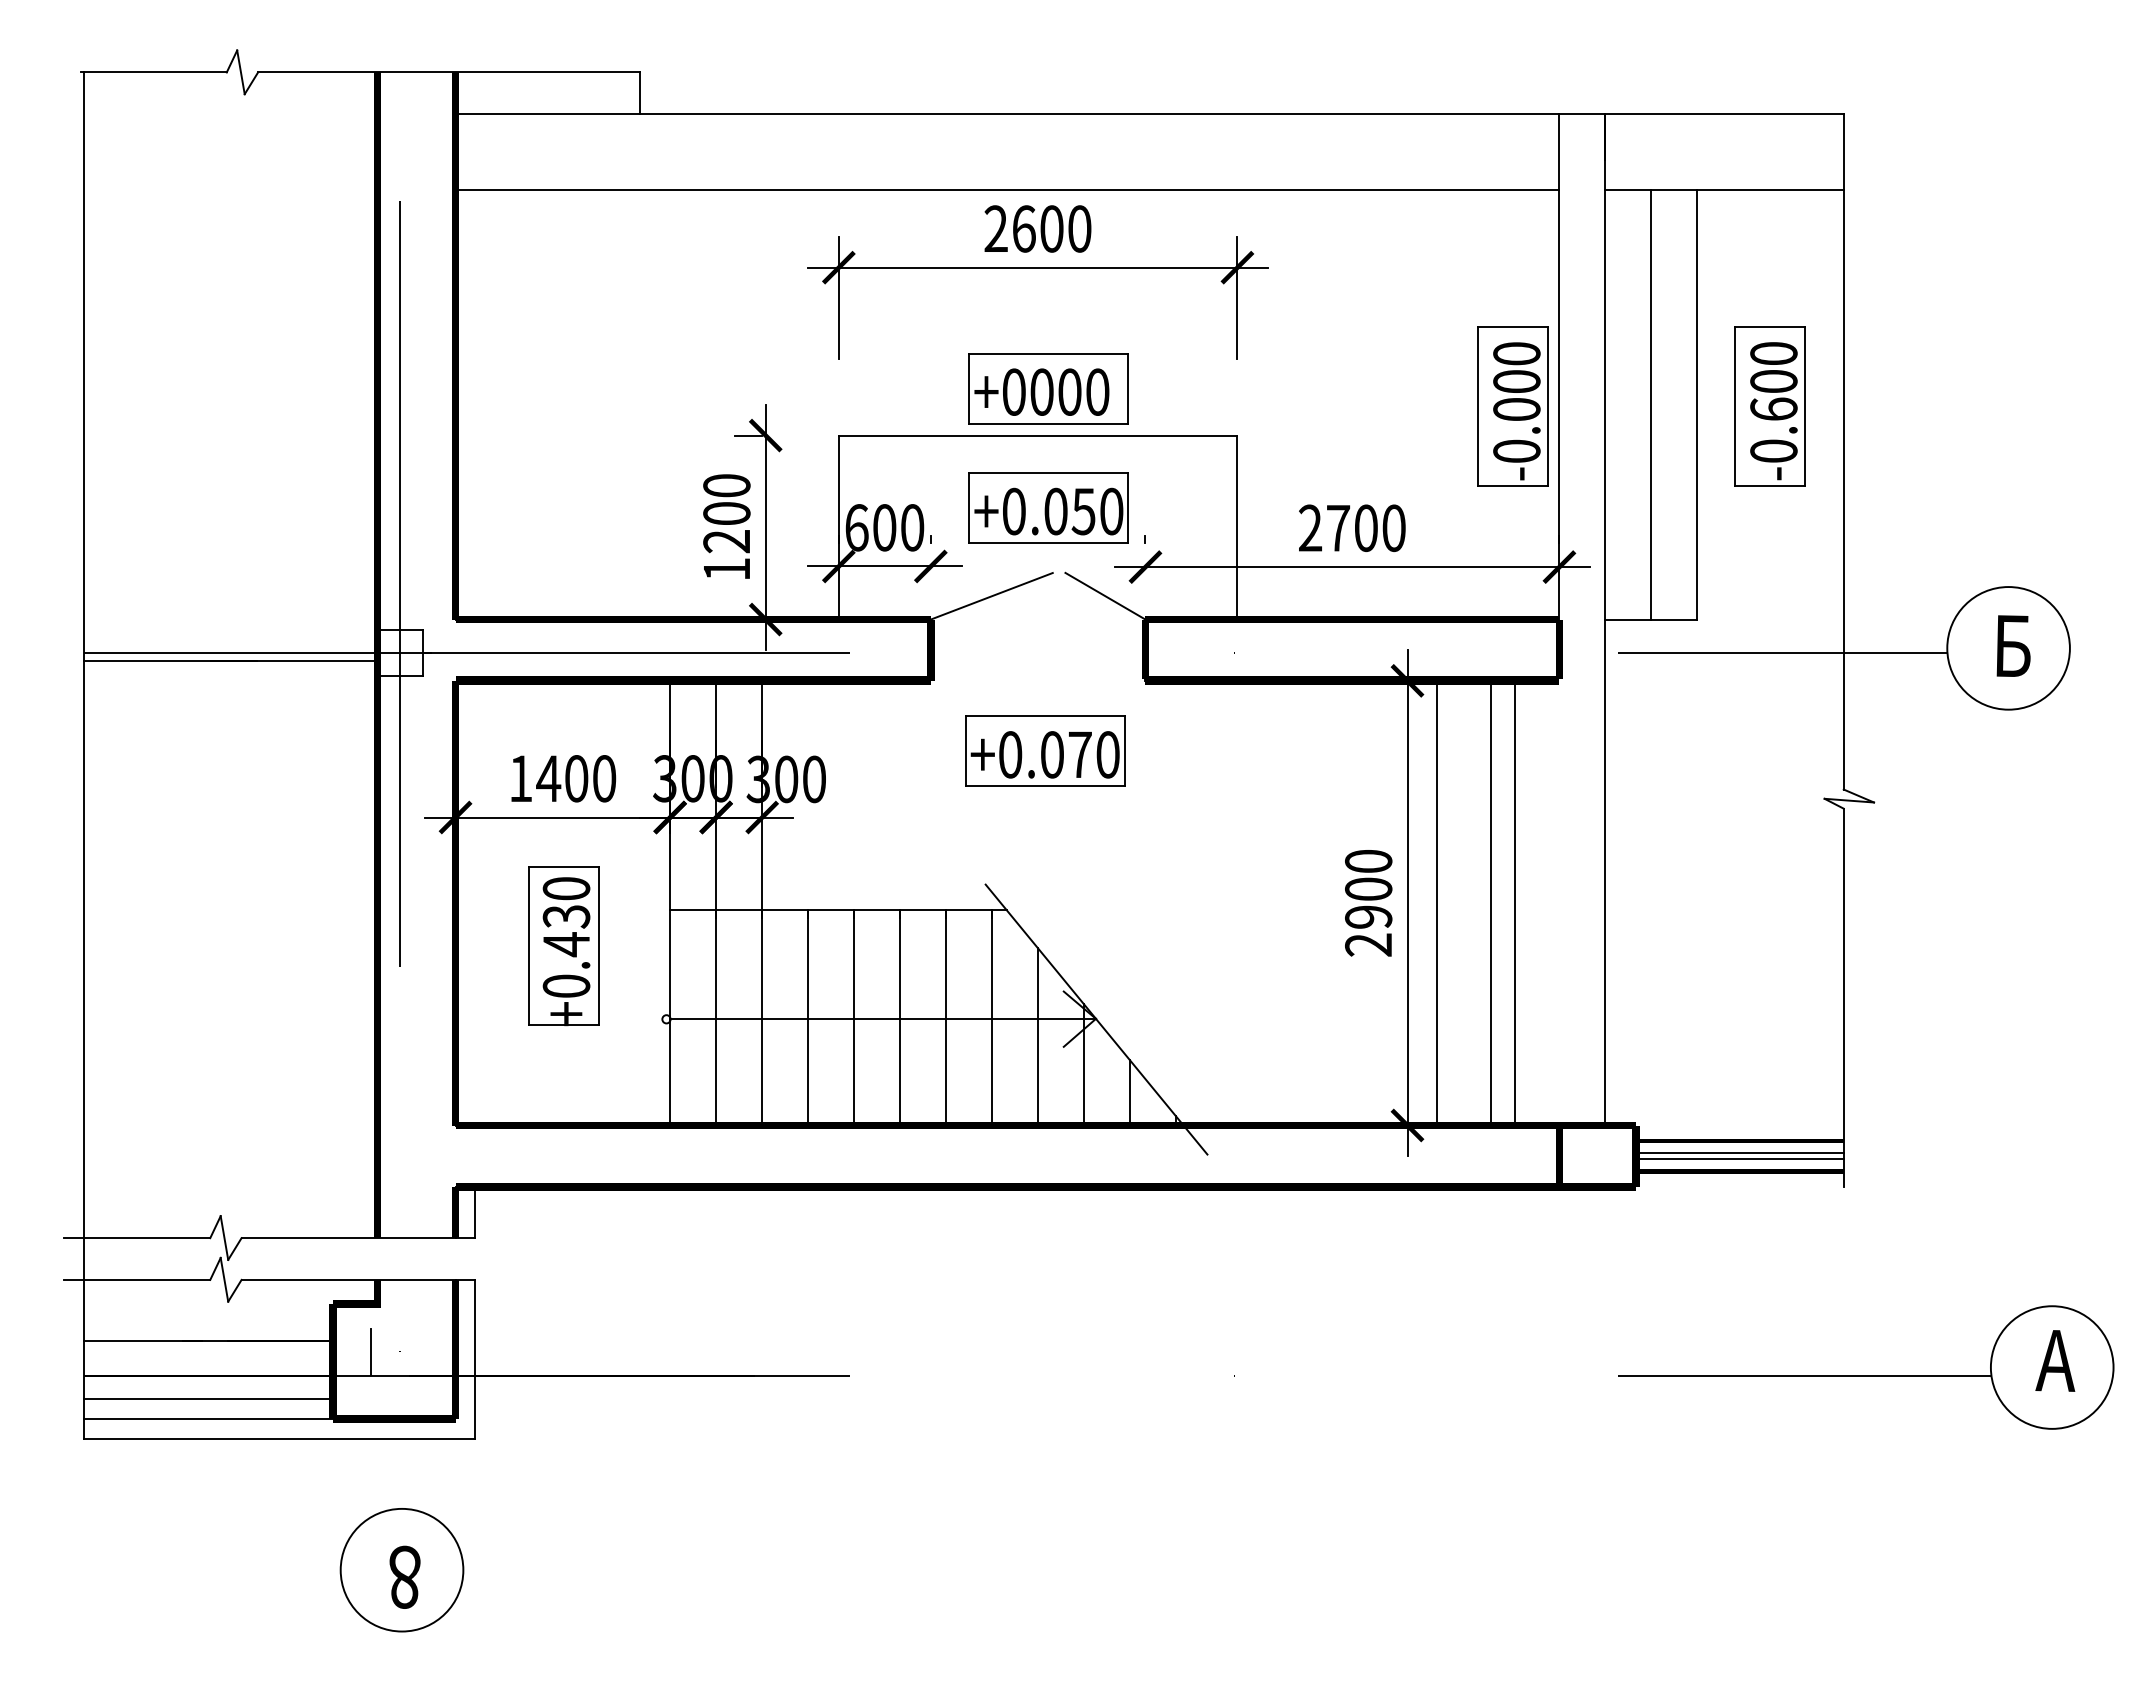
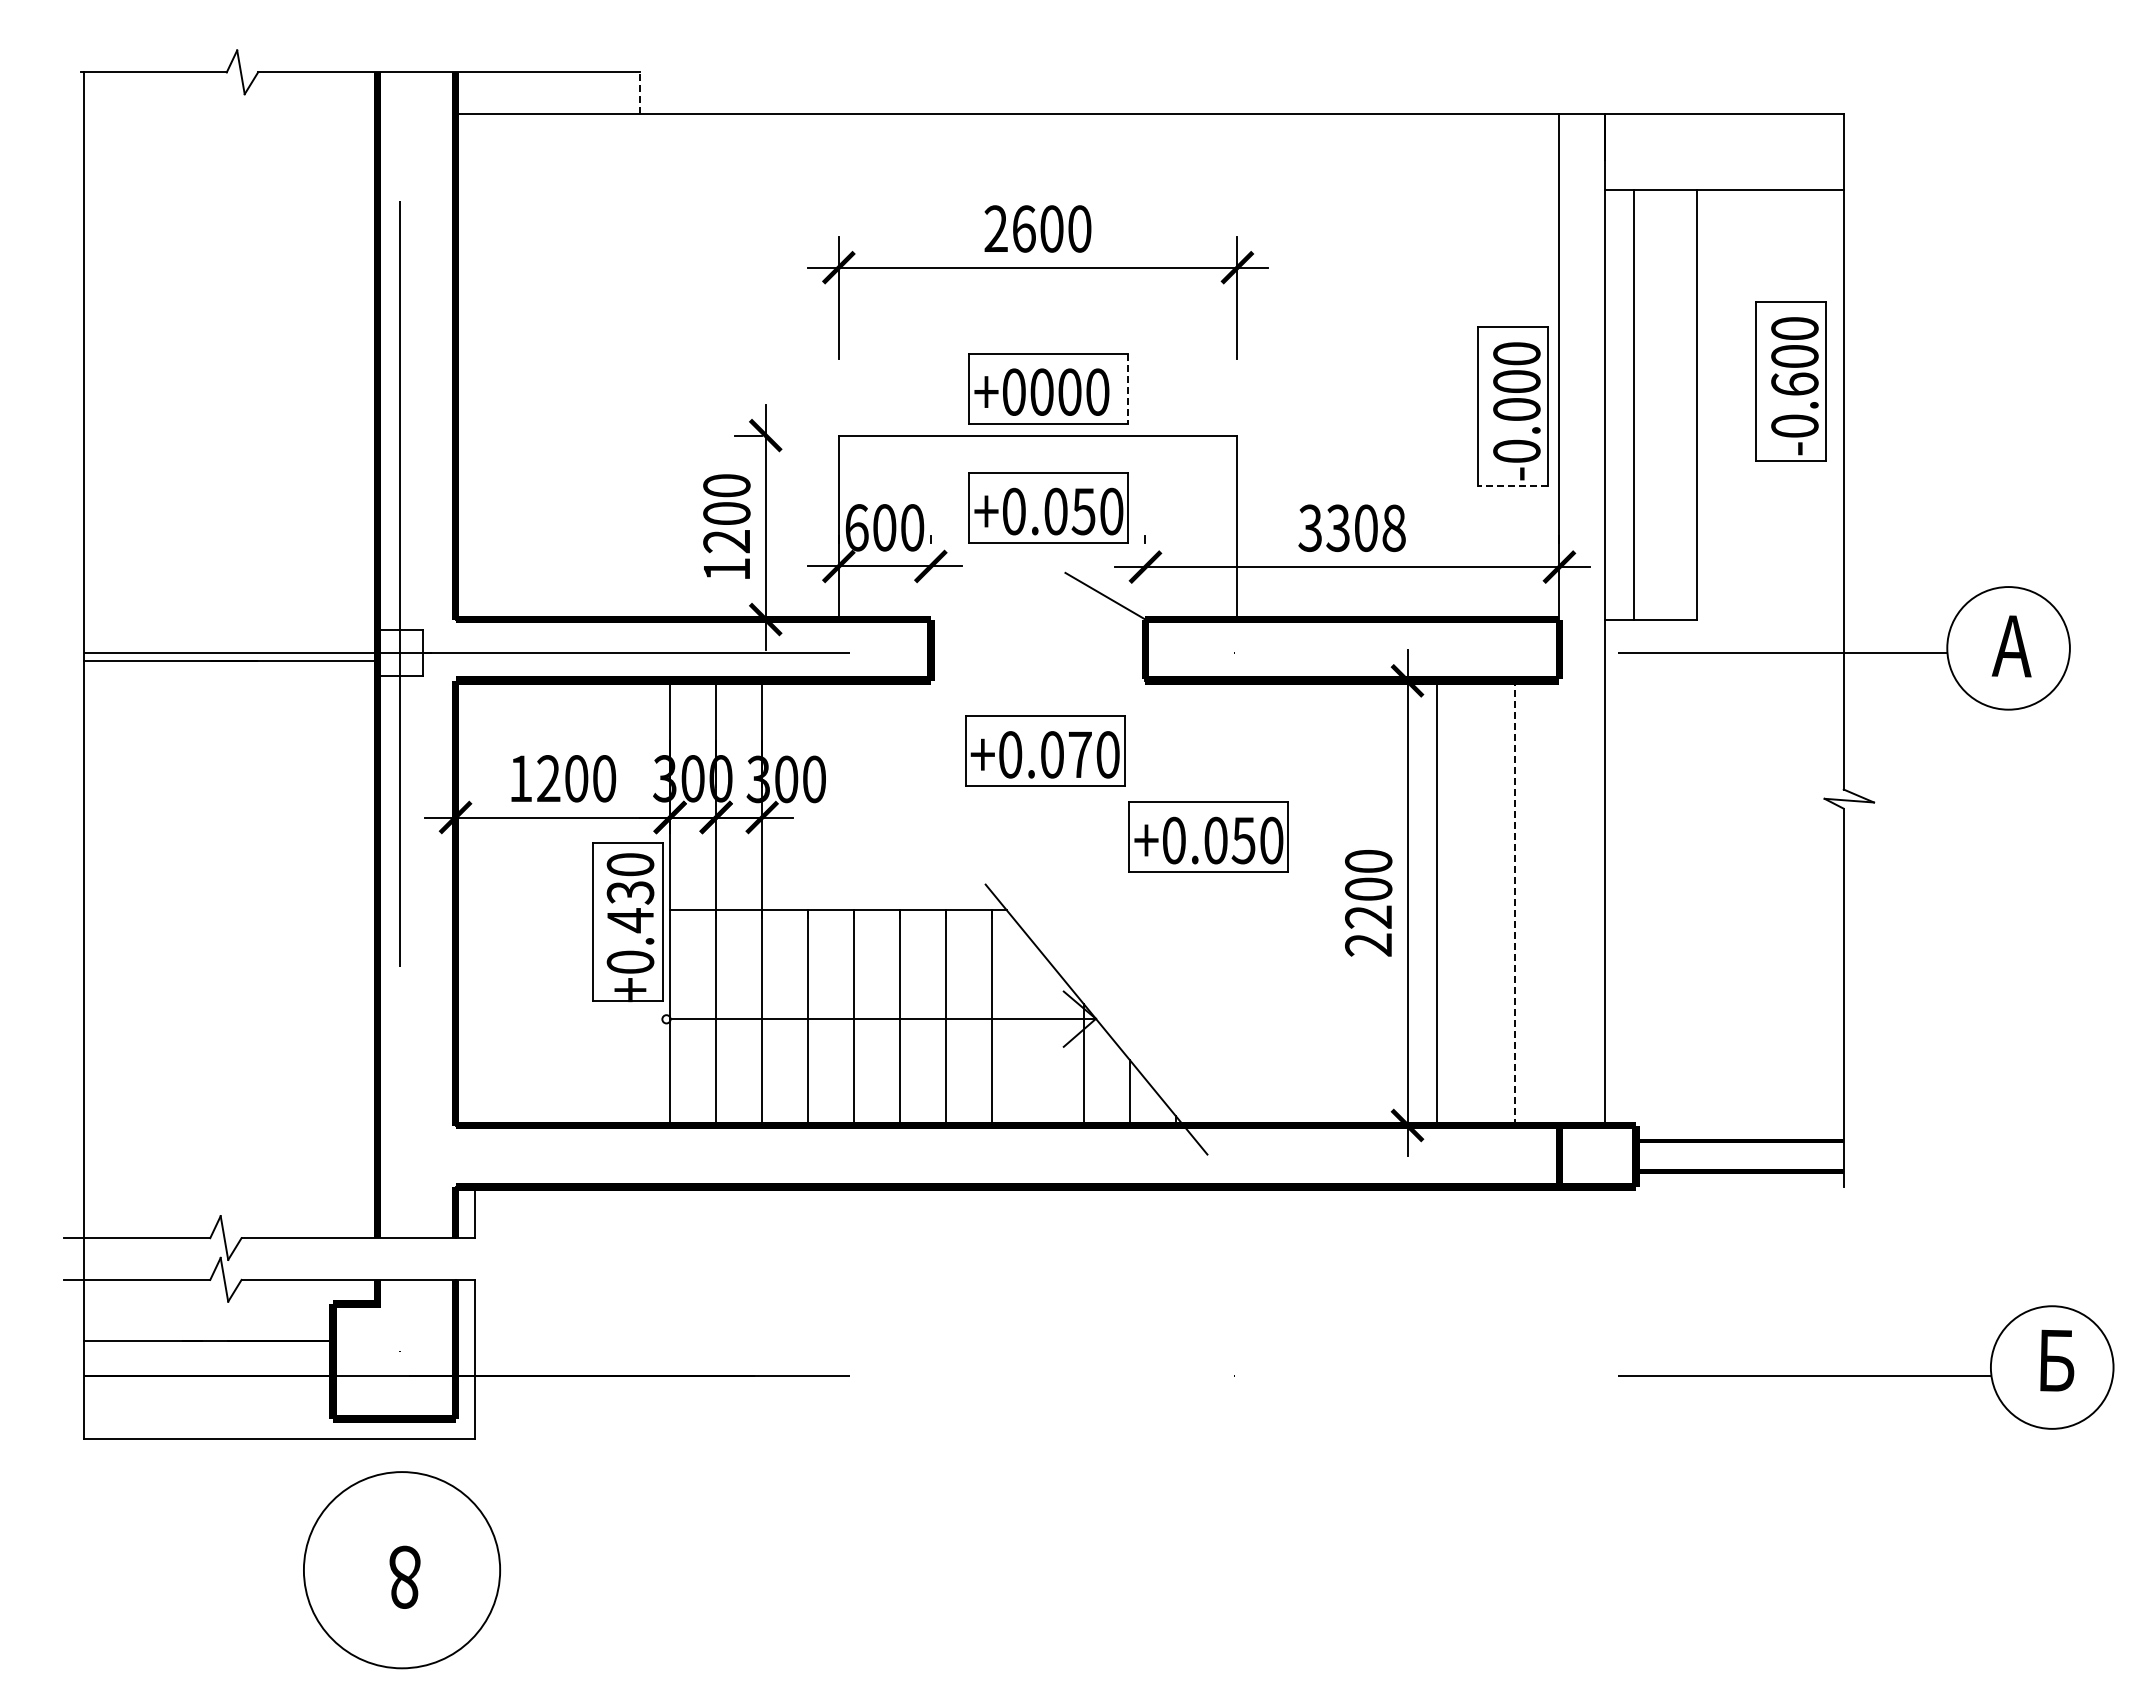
line at (639, 93): solid -> dashed
line at (1007, 190): present -> none
line at (1128, 388): solid -> dashed
line at (1651, 404) position: (1651, 404) -> (1634, 404)
part at (1769, 406) position: (1769, 406) -> (1790, 381)
line at (1513, 485): solid -> dashed
text at (1351, 528): 2700 -> 3308
line at (991, 596): present -> none
text at (2011, 646): Б -> А
text at (548, 778): 1400 -> 1200
part at (1208, 836): none -> present
line at (1514, 901): solid -> dashed
line at (1491, 902): present -> none
text at (1368, 916): 2900 -> 2200
part at (563, 946) position: (563, 946) -> (627, 922)
line at (1038, 1036): present -> none
line at (1739, 1153): present -> none
line at (1739, 1158): present -> none
line at (371, 1352): present -> none
text at (2055, 1360): А -> Б
line at (207, 1399): present -> none
line at (207, 1419): present -> none
circle at (401, 1569) diameter: 123 px -> 196 px
